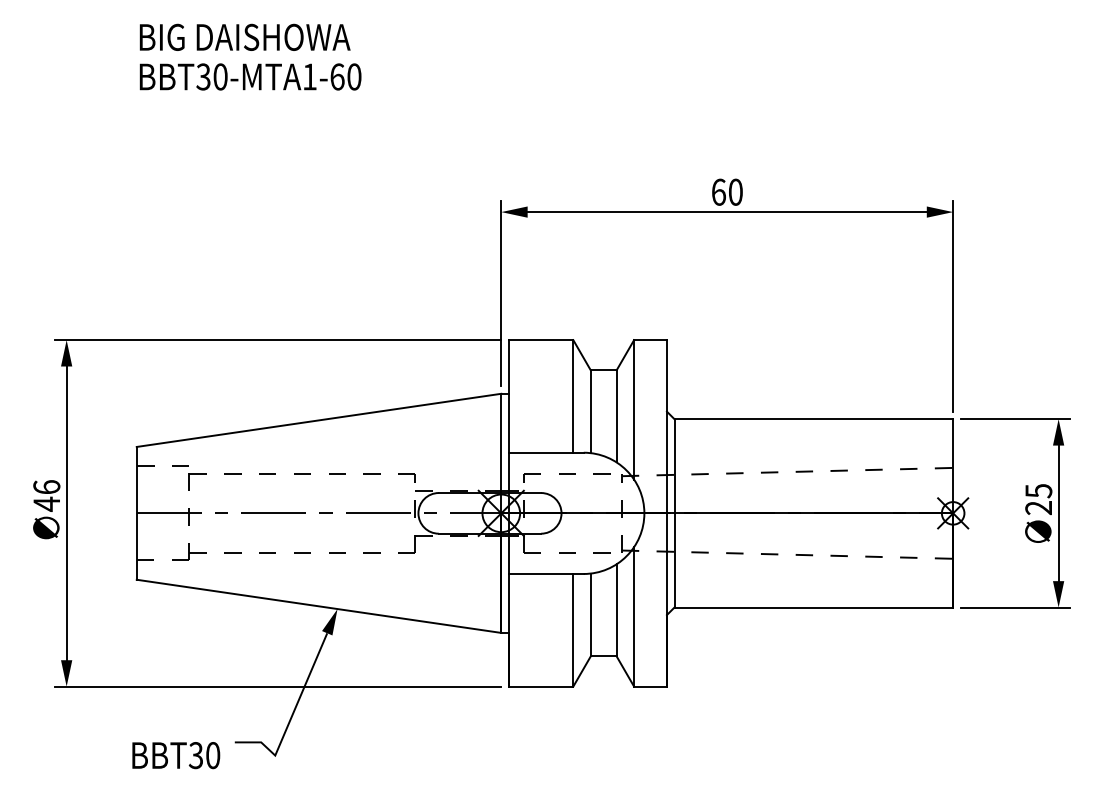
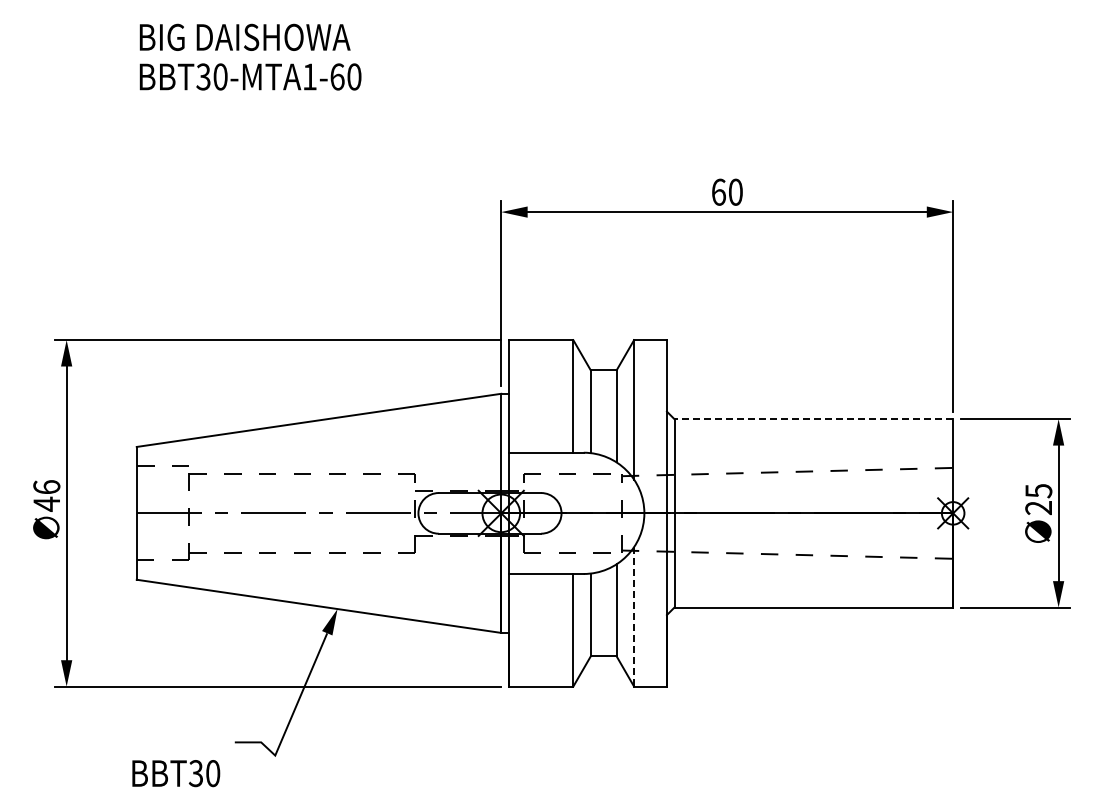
line at (813, 419): solid -> dashed
line at (634, 616): solid -> dashed
text at (176, 755) position: (176, 755) -> (176, 773)
